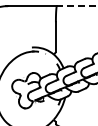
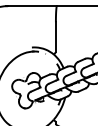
line at (76, 6): dashed -> solid
